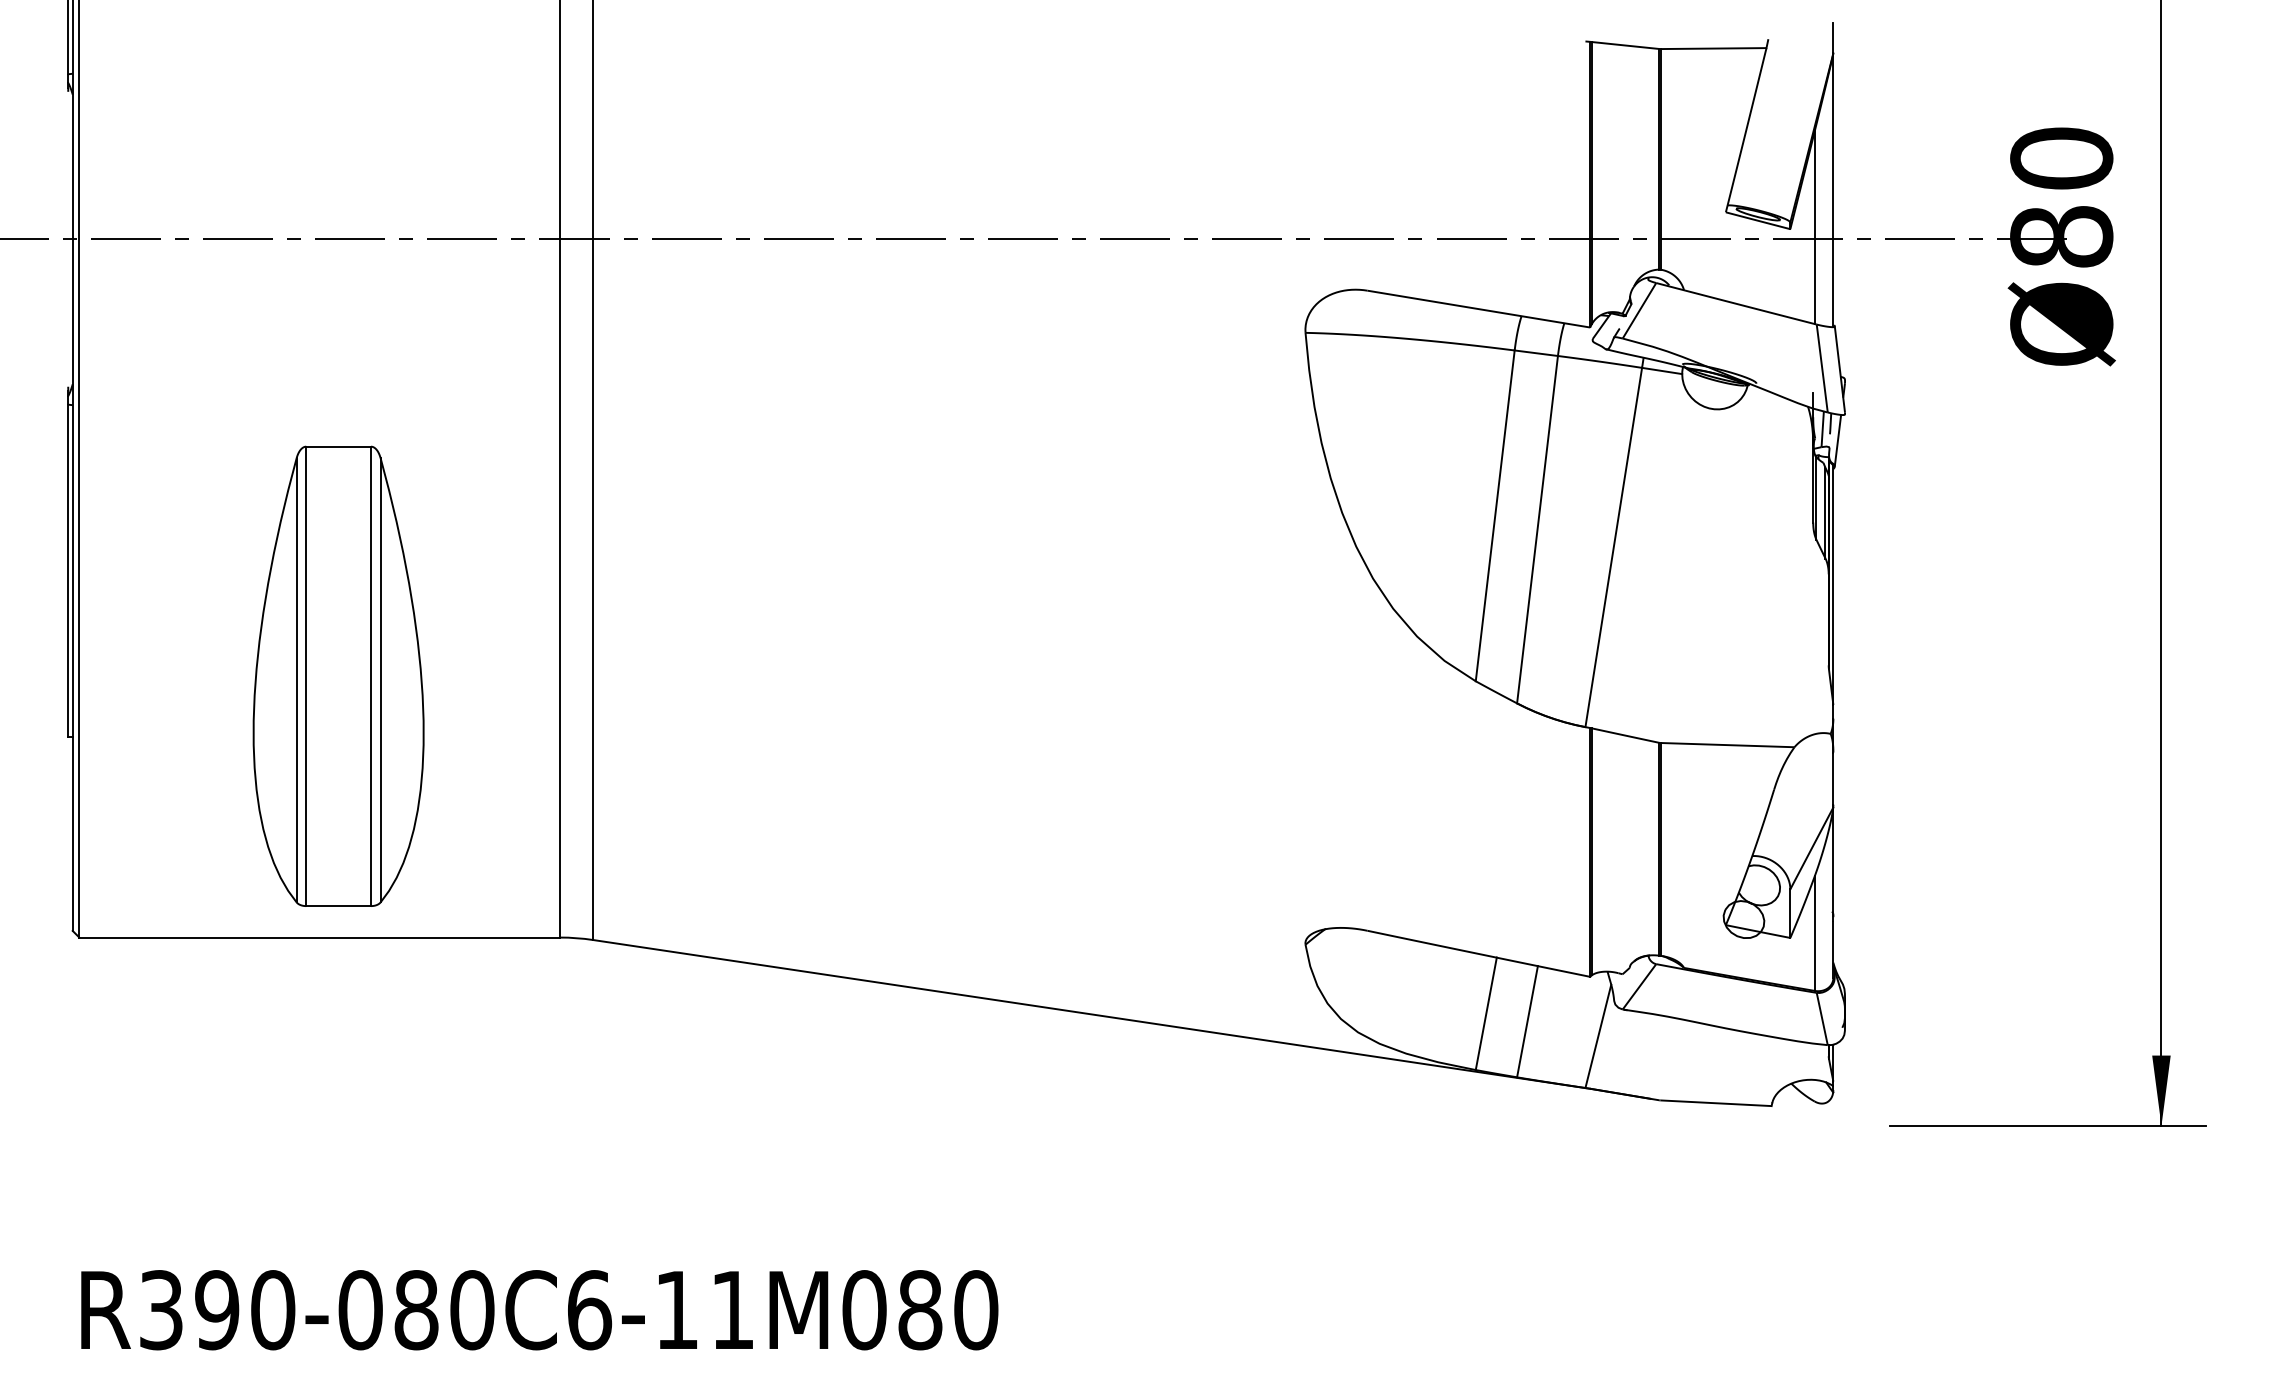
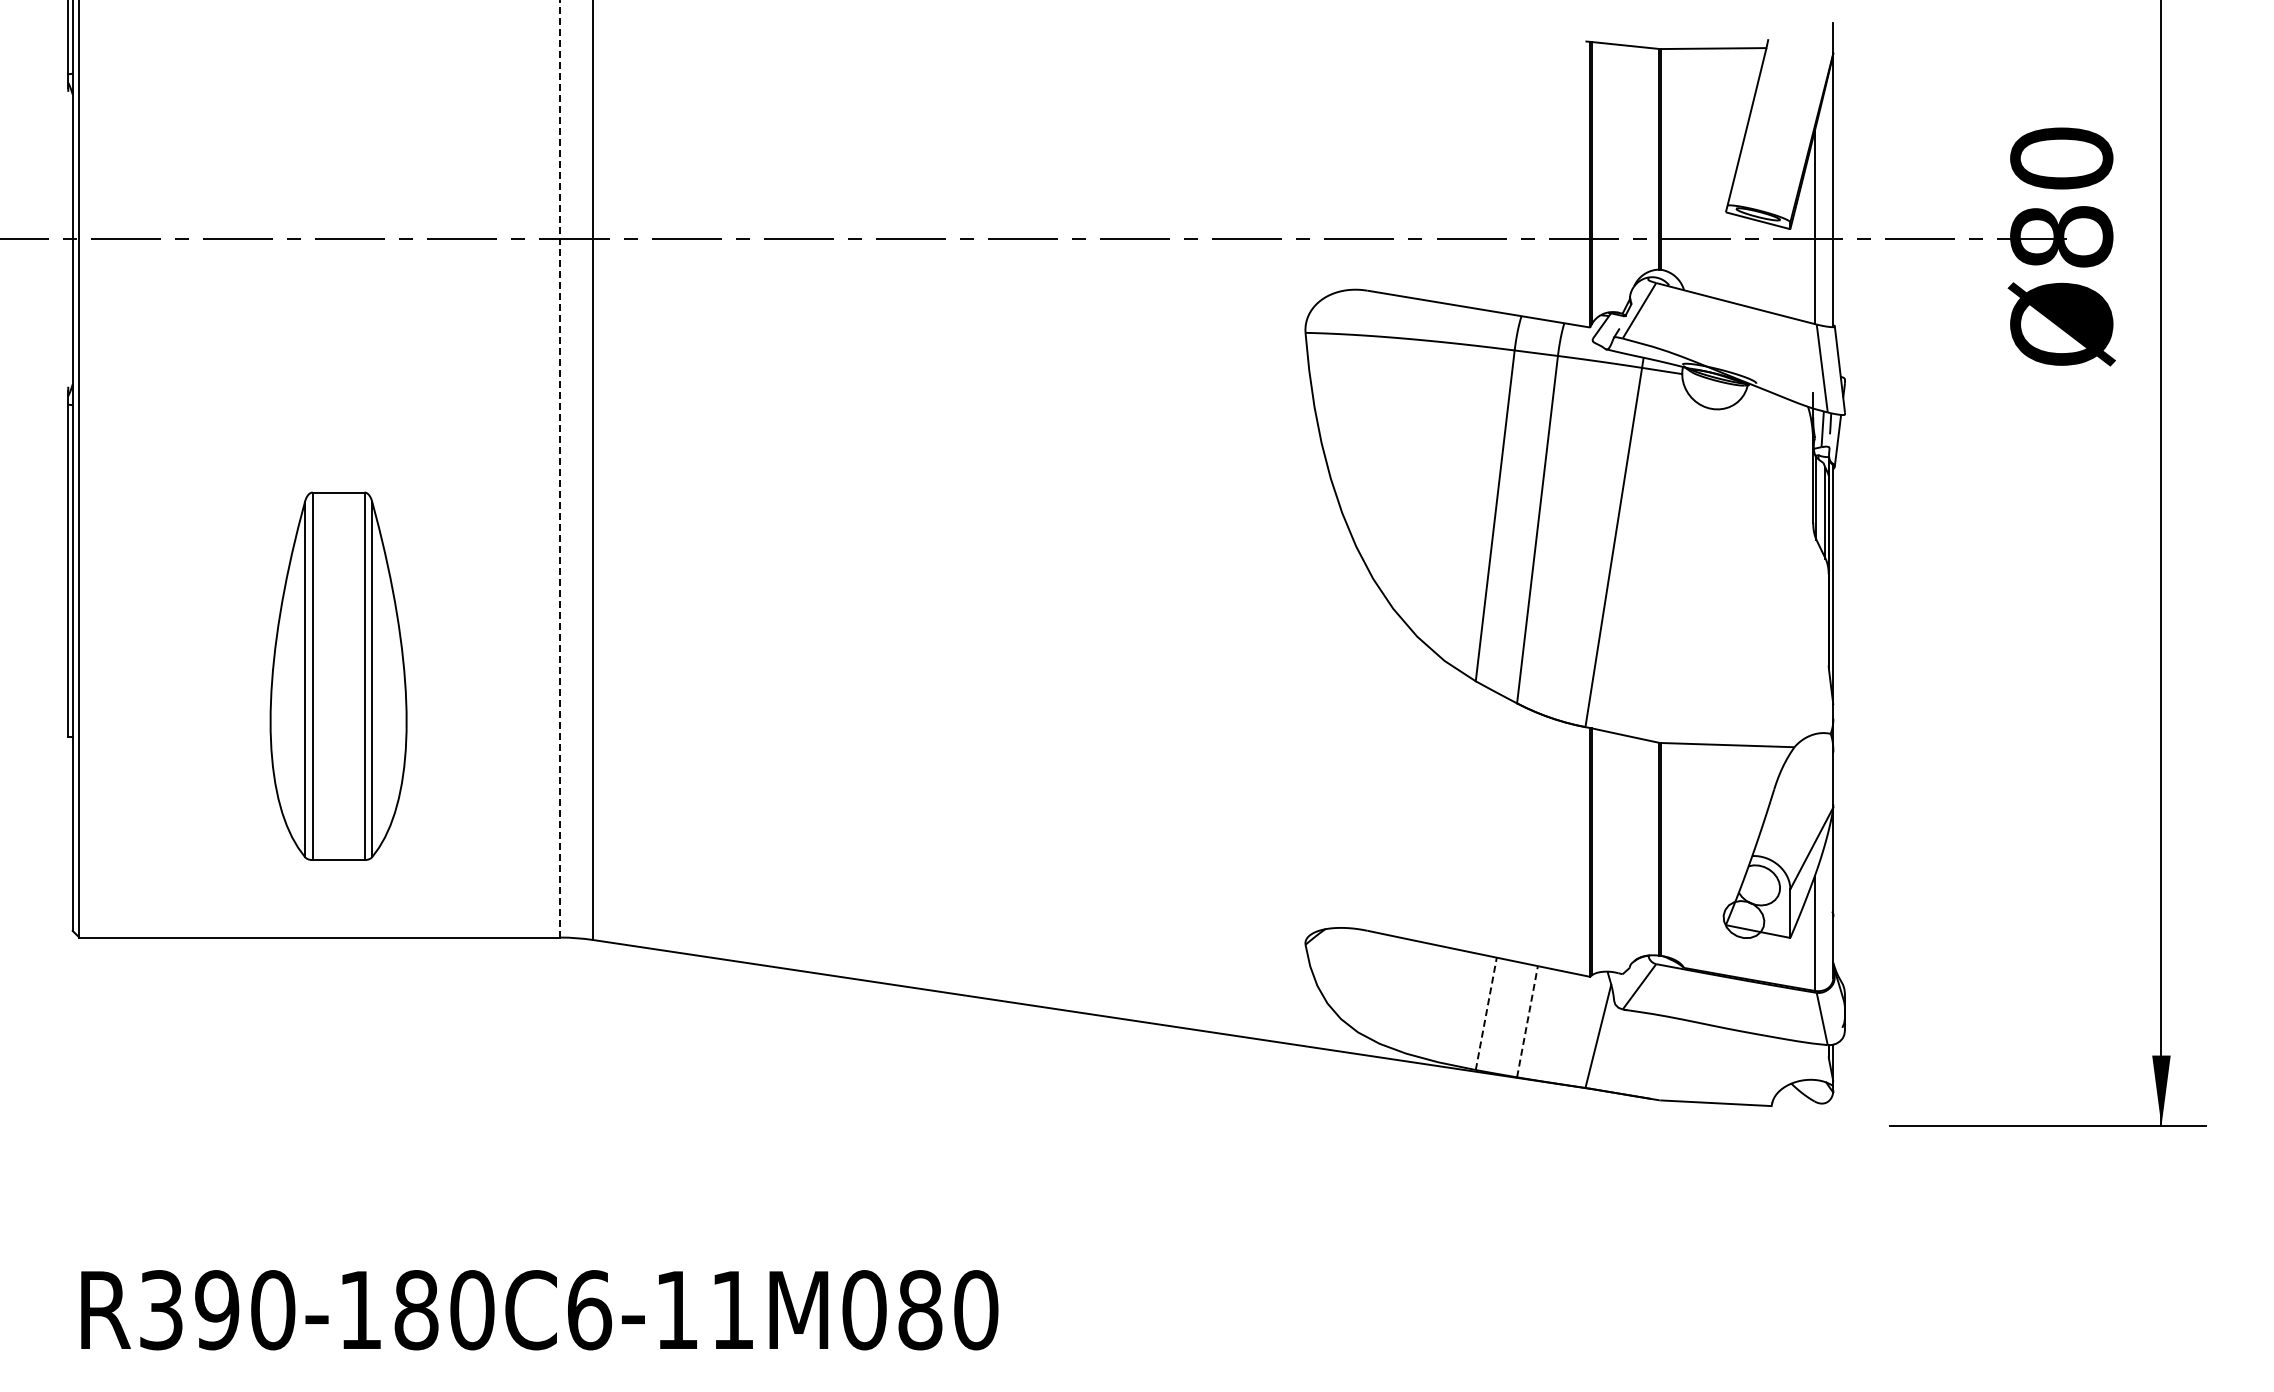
line at (560, 468): solid -> dashed
part at (338, 675) size: 173x462 px -> 139x370 px
line at (1486, 1013): solid -> dashed
line at (1527, 1021): solid -> dashed
text at (360, 1310): R390-080C6-11M080 -> R390-180C6-11M080
